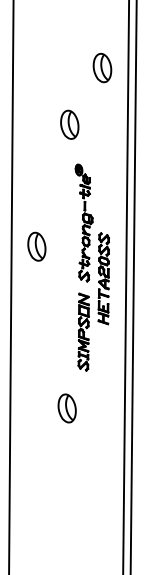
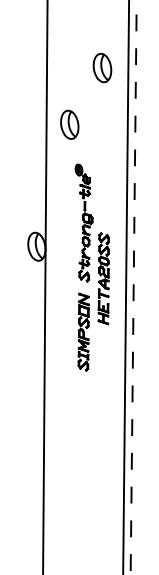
line at (11, 286) position: (11, 286) -> (45, 286)
line at (133, 287): solid -> dashed
part at (66, 408): present -> none
